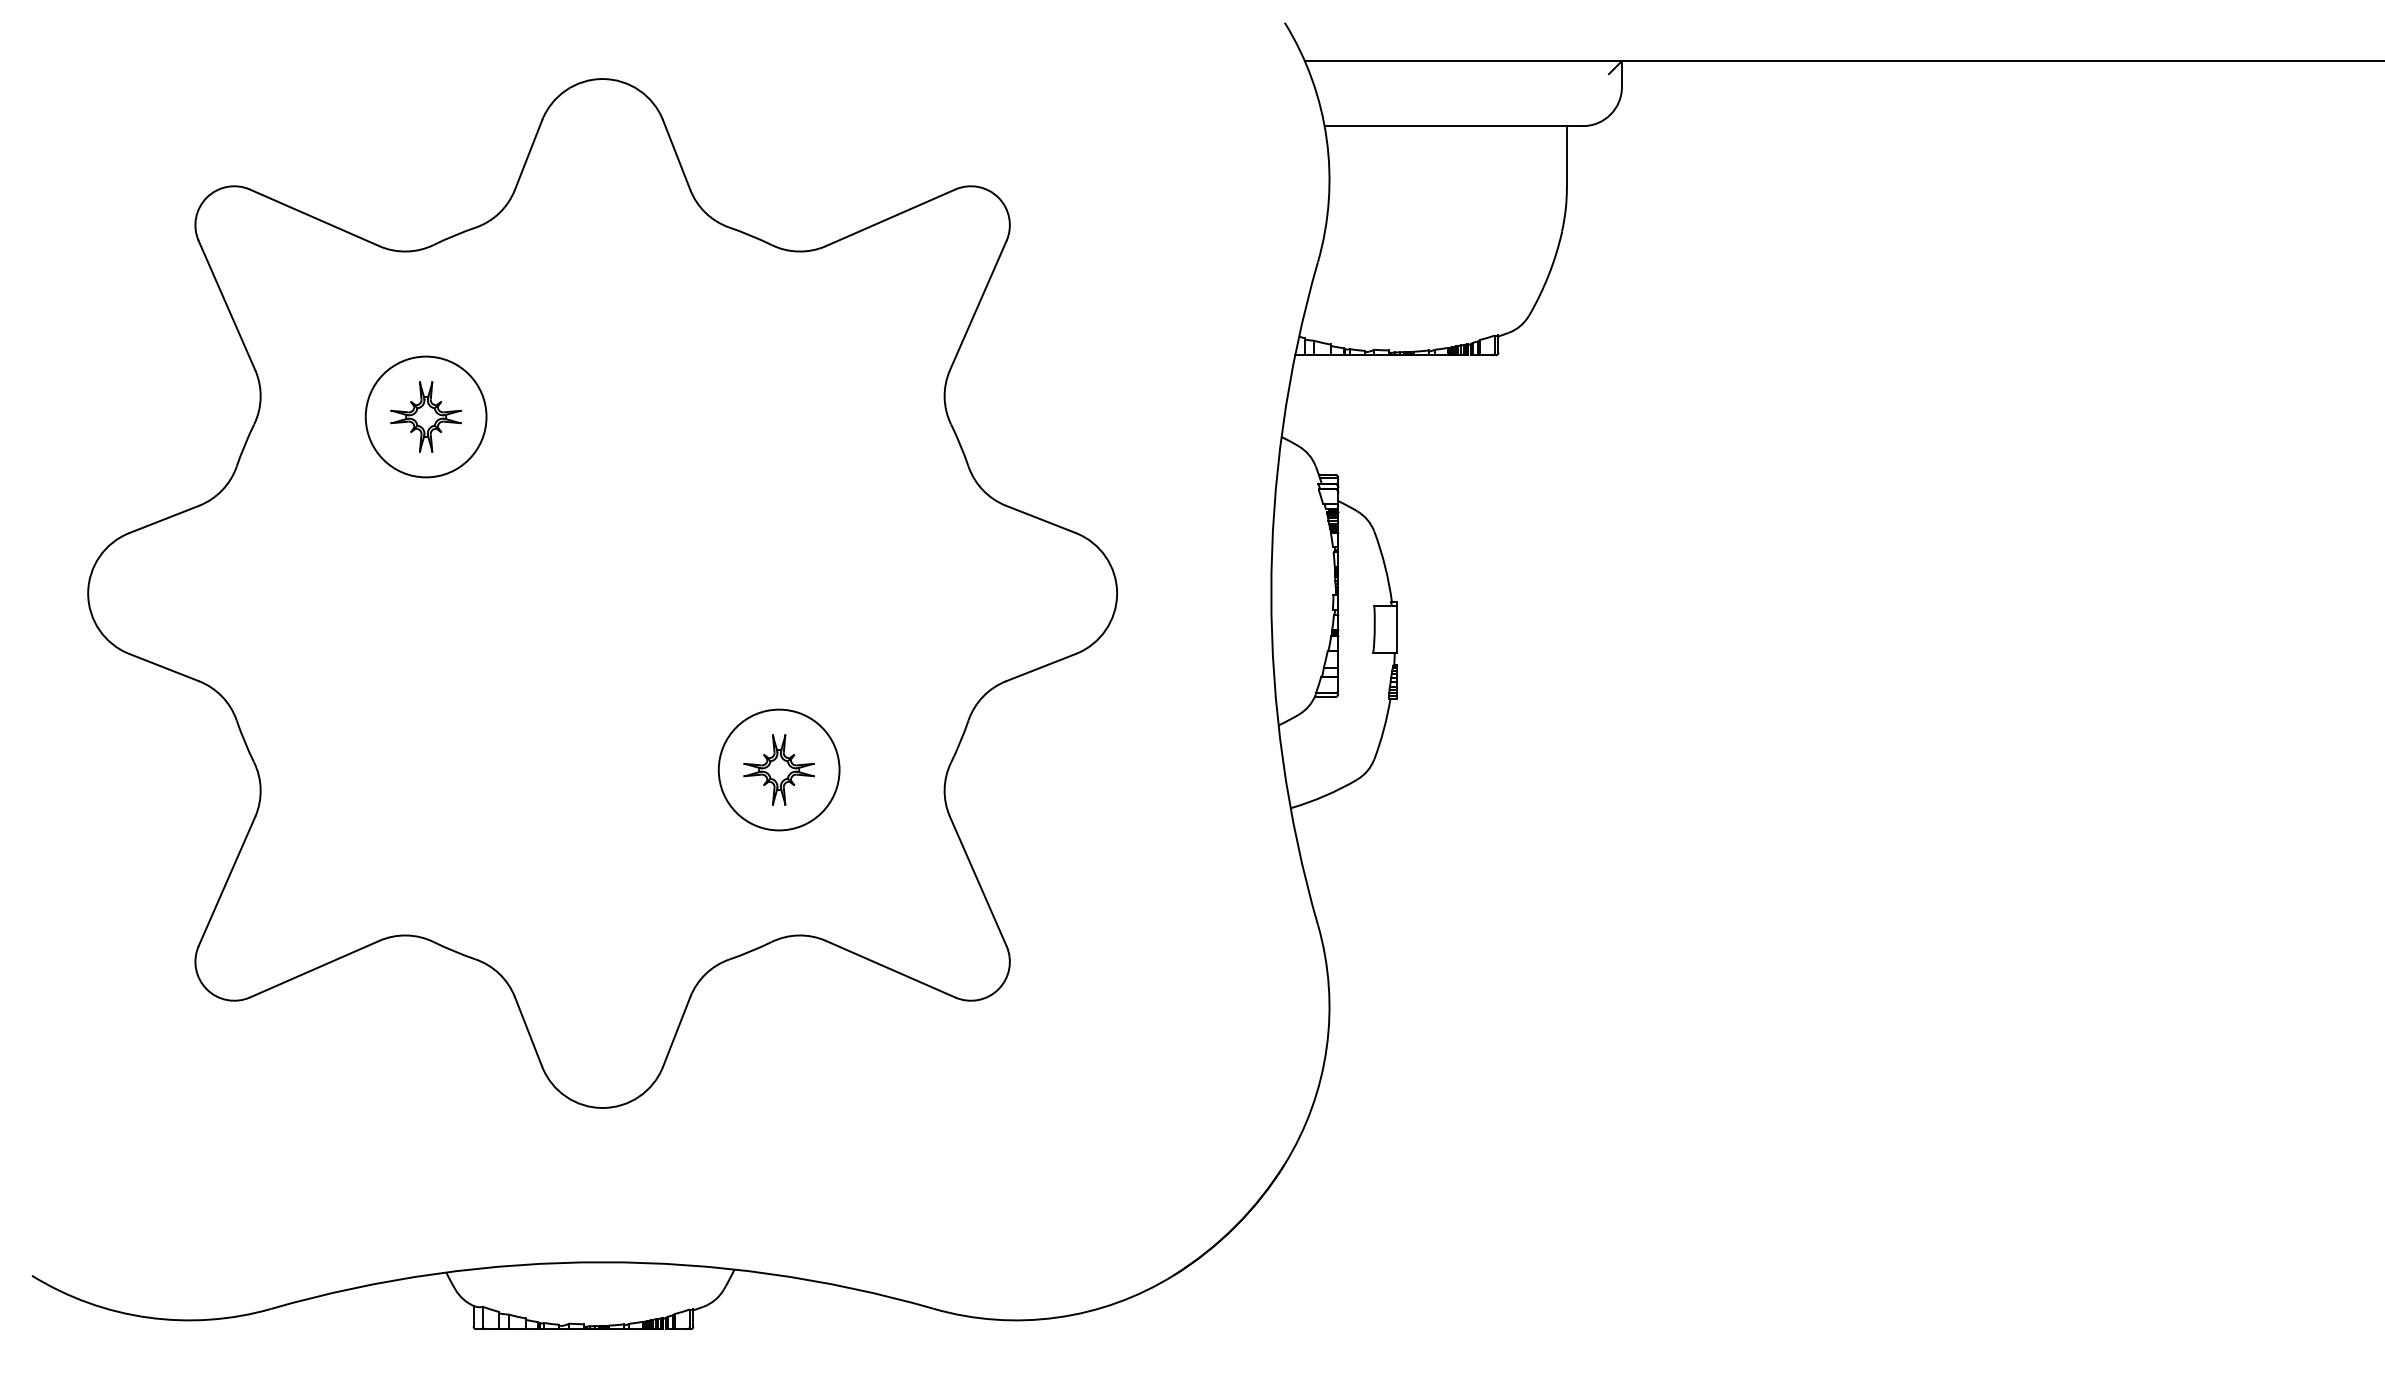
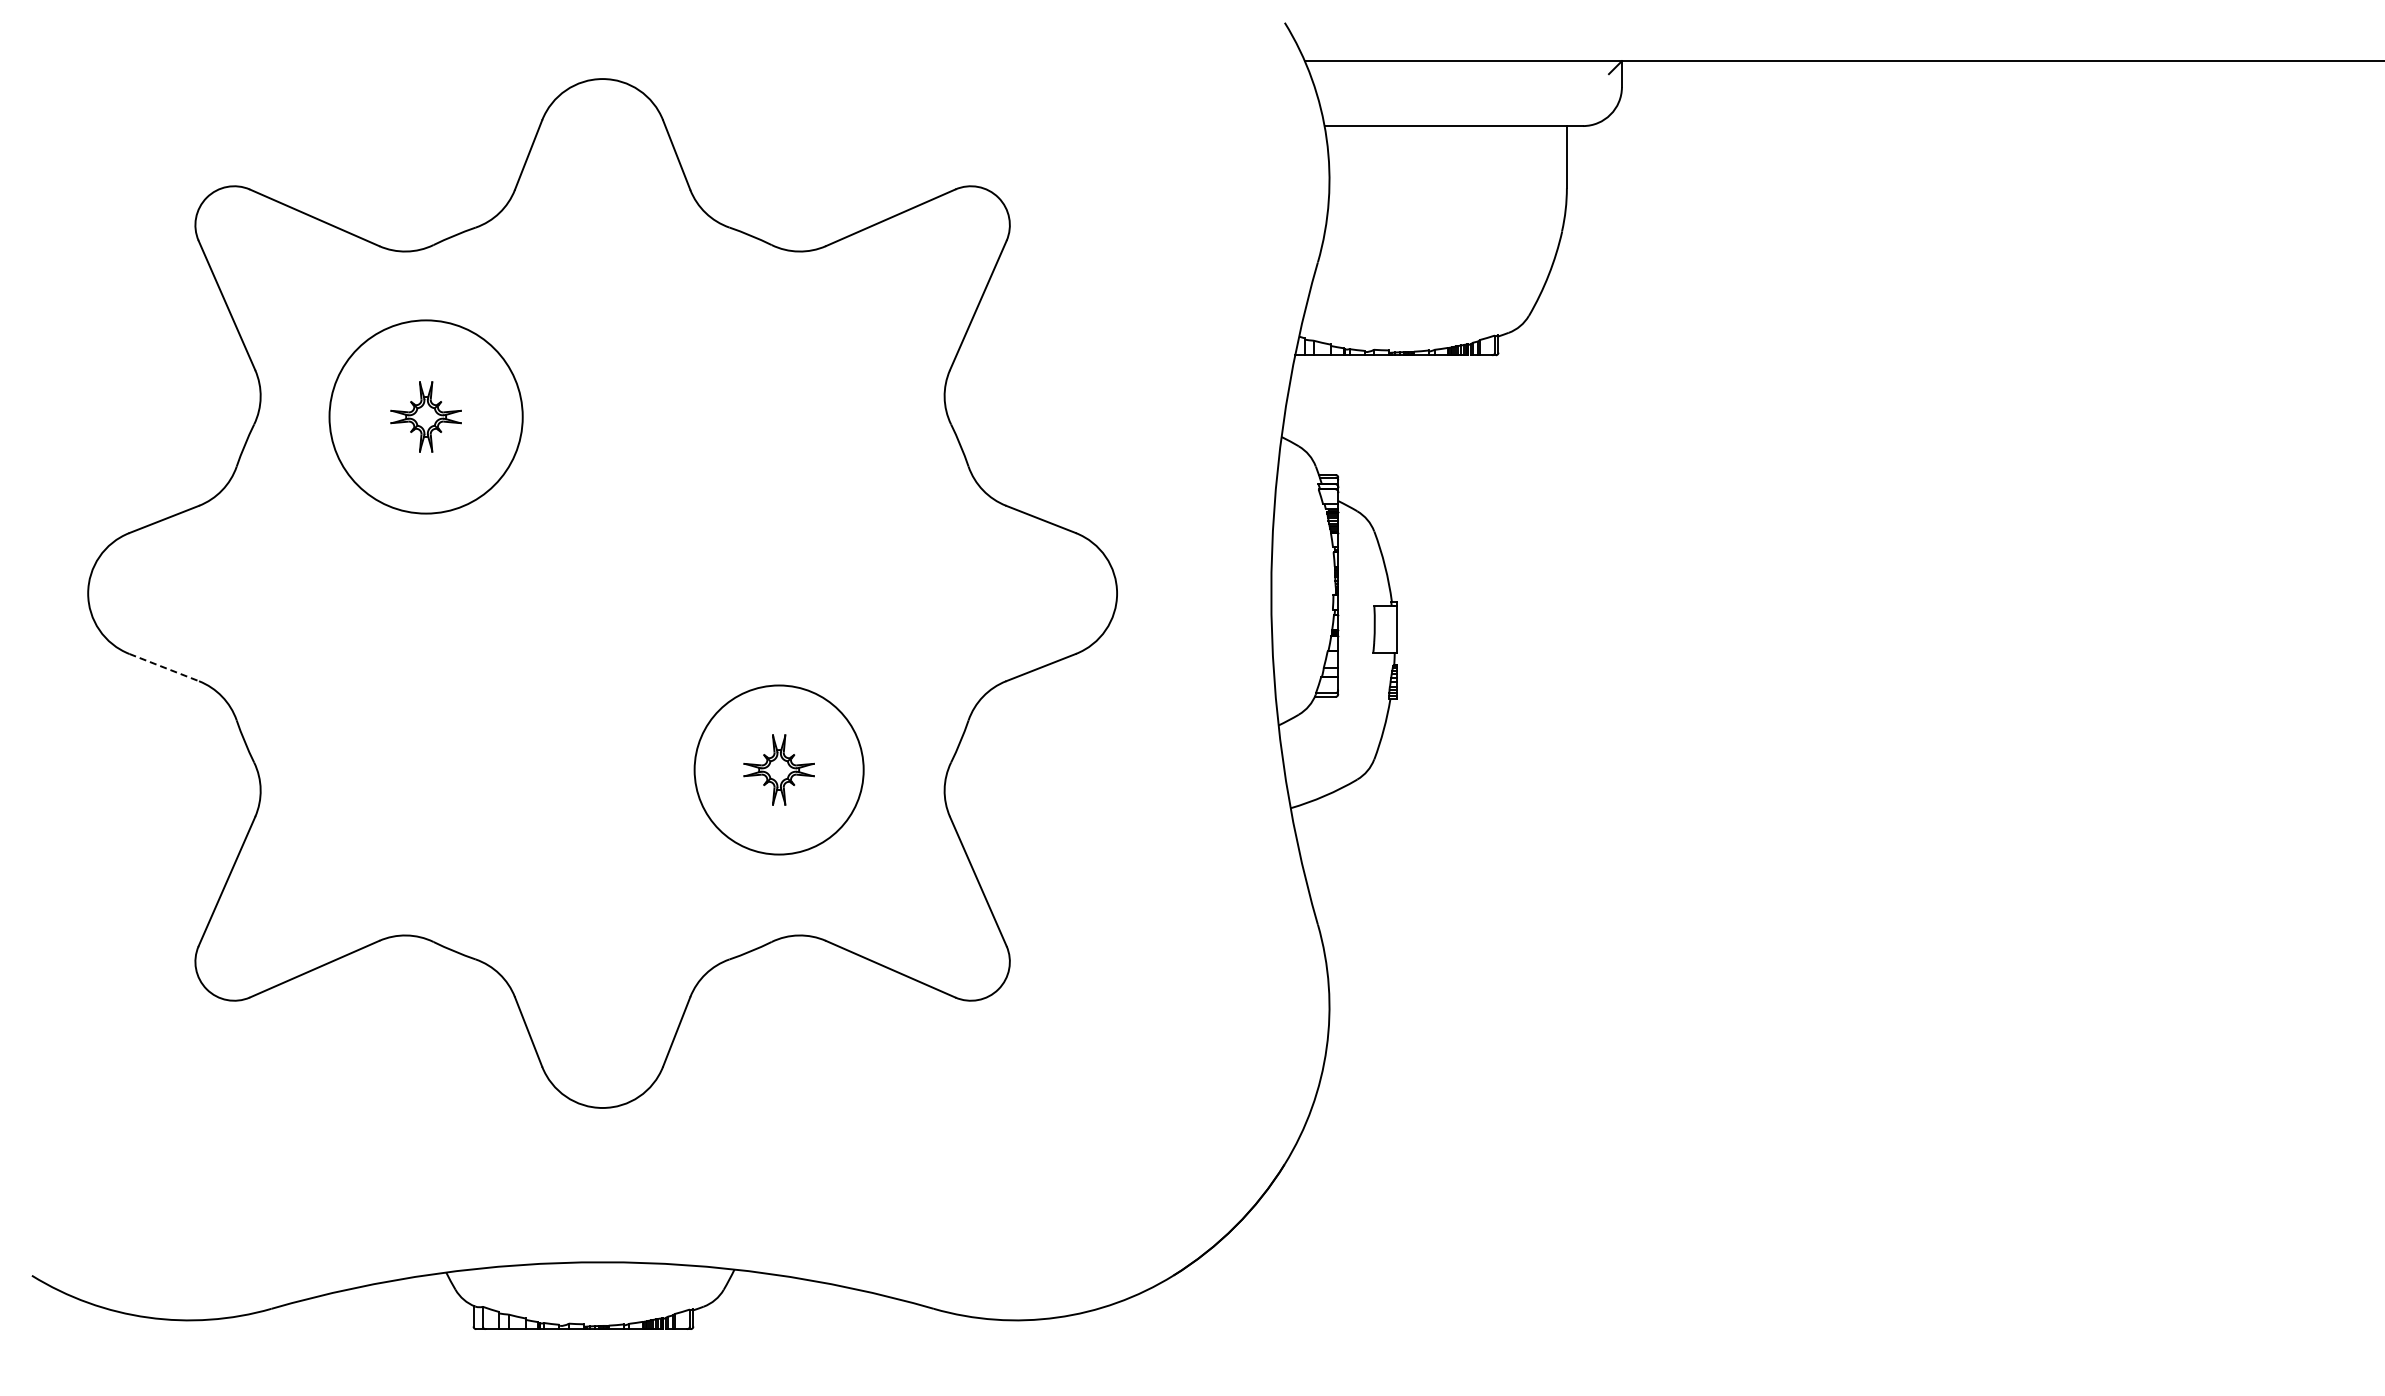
circle at (425, 416) diameter: 121 px -> 193 px
line at (164, 667): solid -> dashed
circle at (778, 769) diameter: 121 px -> 169 px
